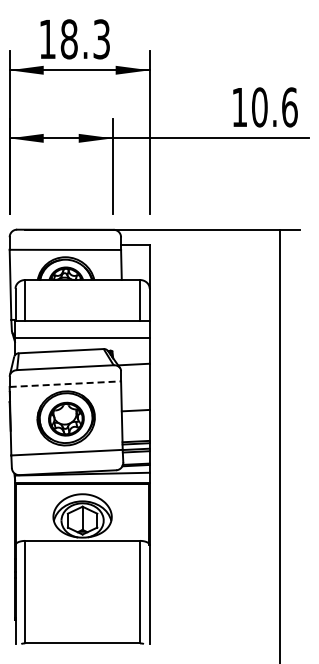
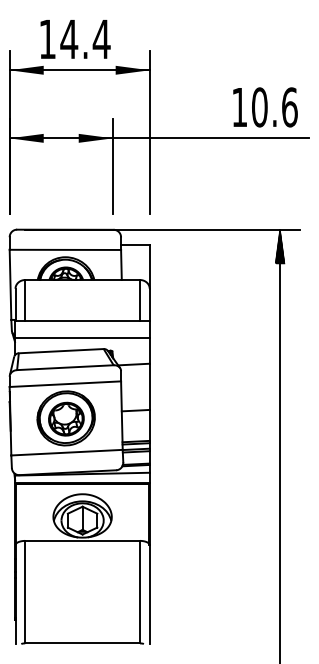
text at (85, 39): 18.3 -> 14.4
hatch at (279, 246): none -> present
line at (65, 384): dashed -> solid
